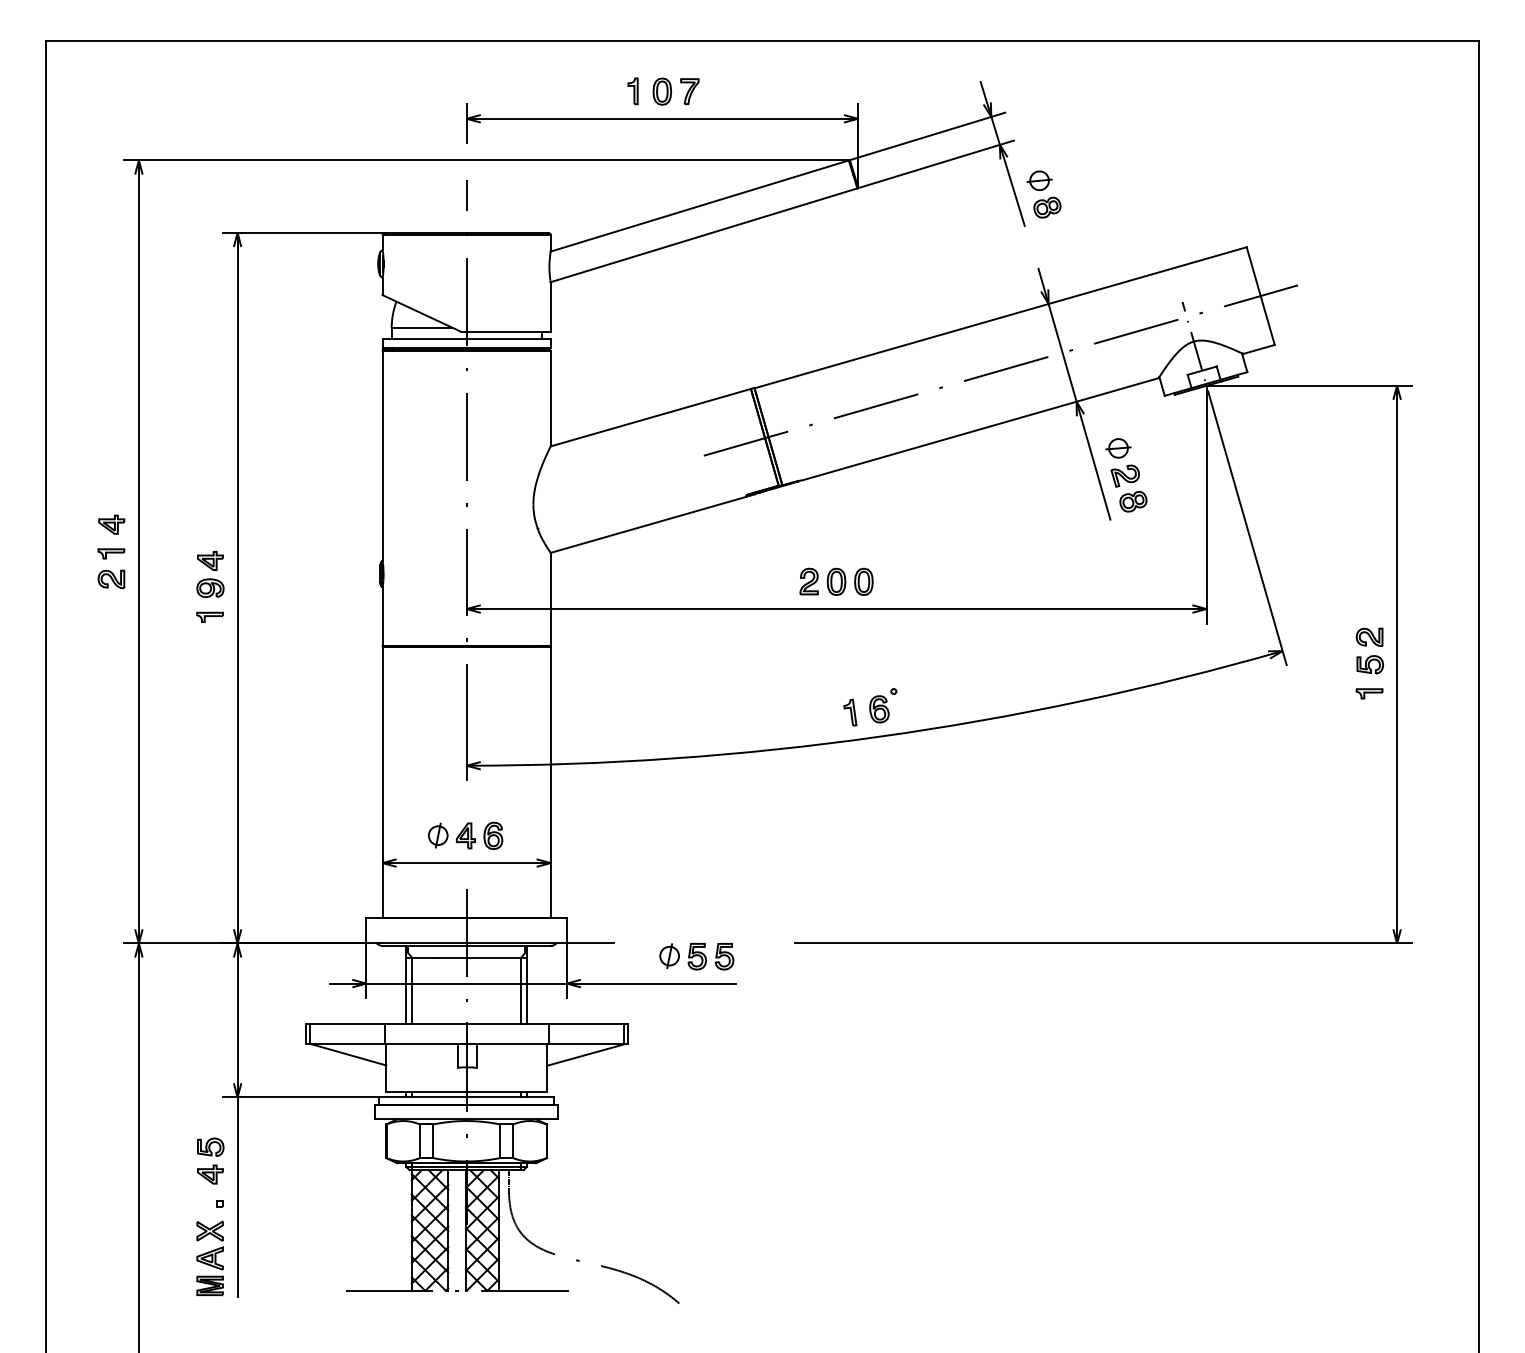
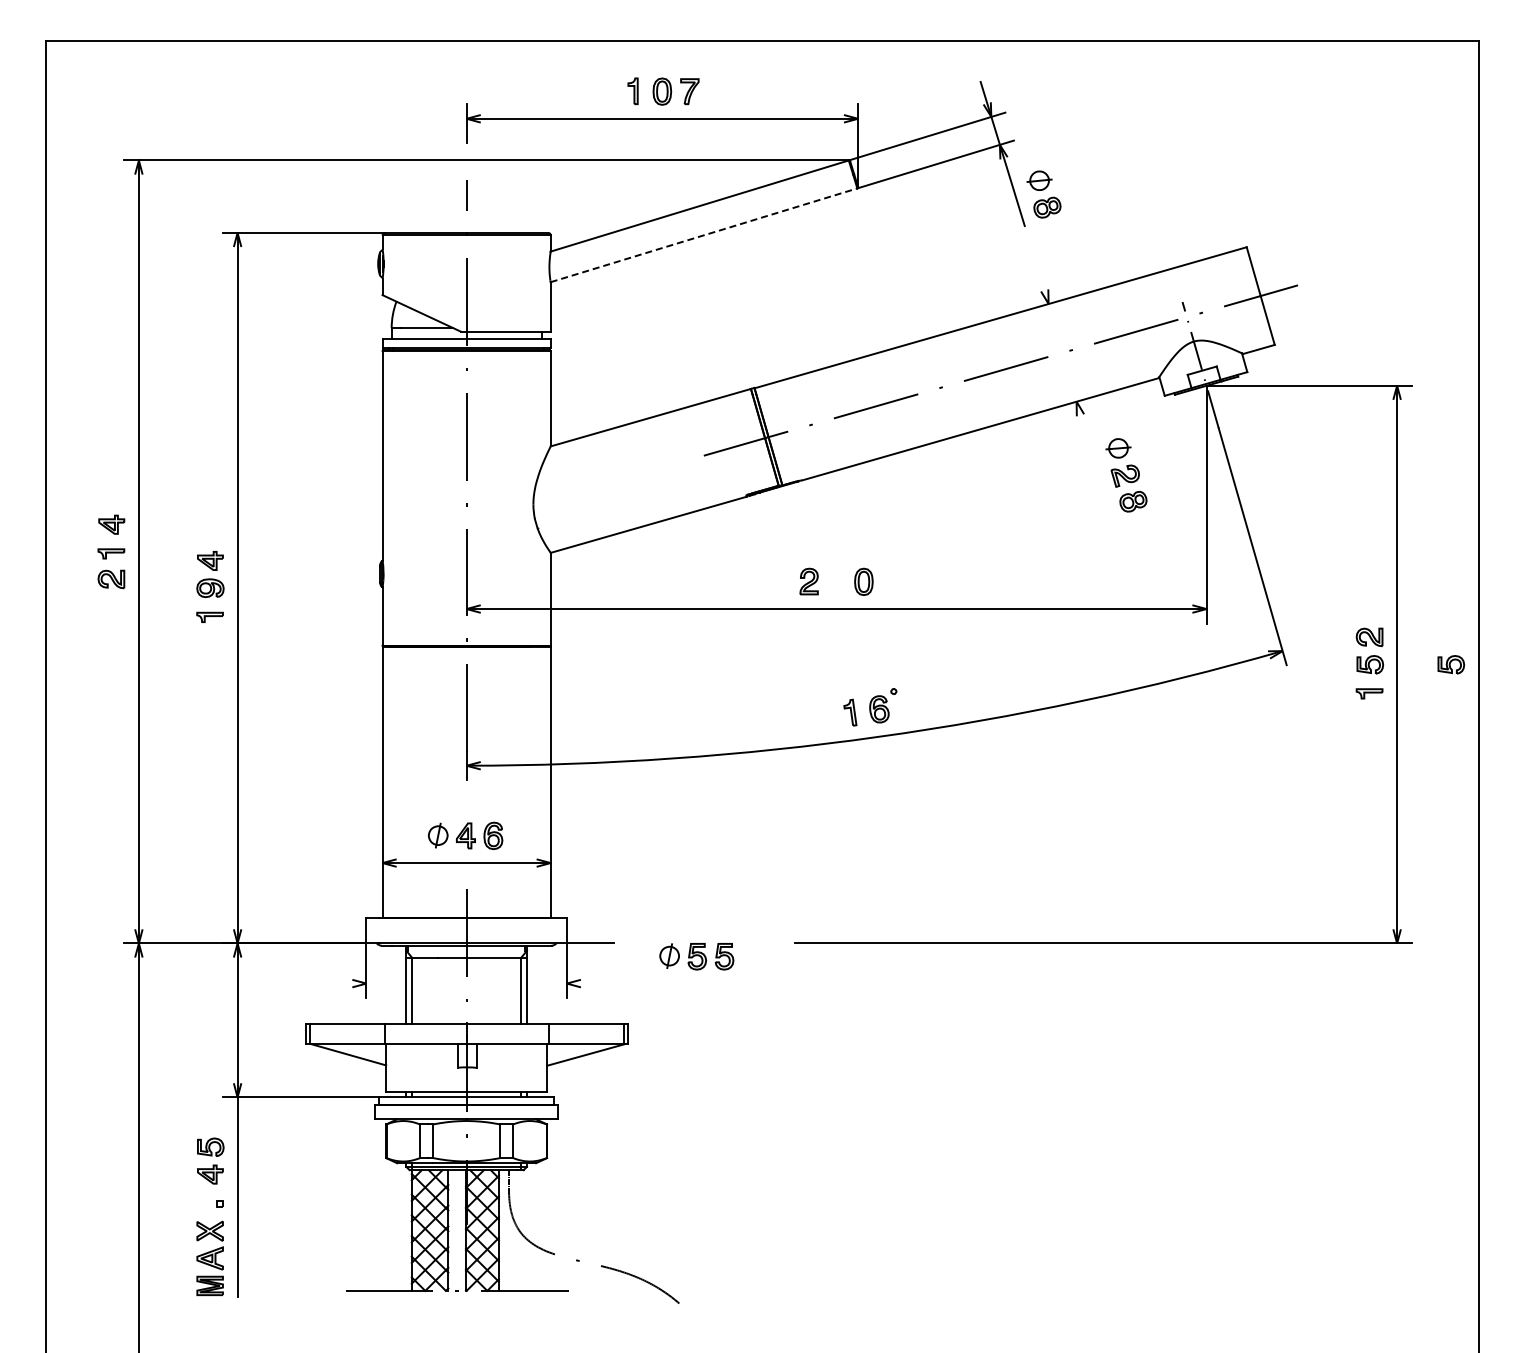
line at (704, 235): solid -> dashed
line at (1074, 393): present -> none
part at (836, 581): present -> none
part at (1451, 664): none -> present
line at (532, 983): present -> none
